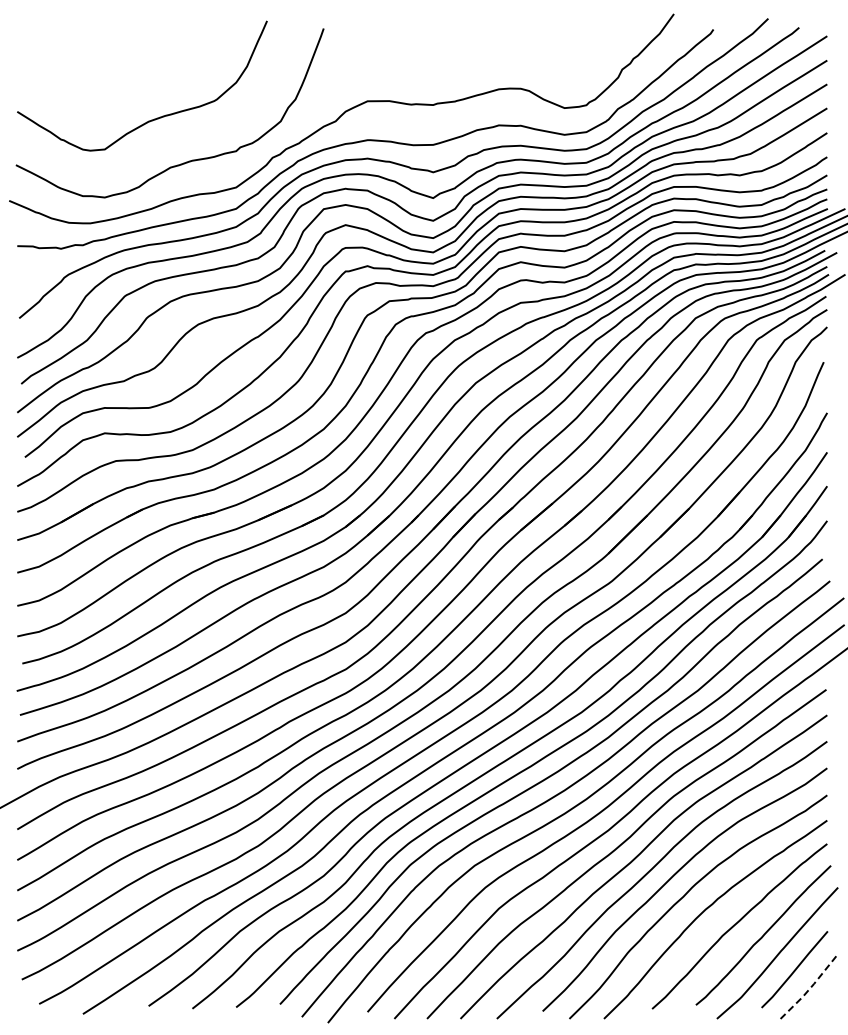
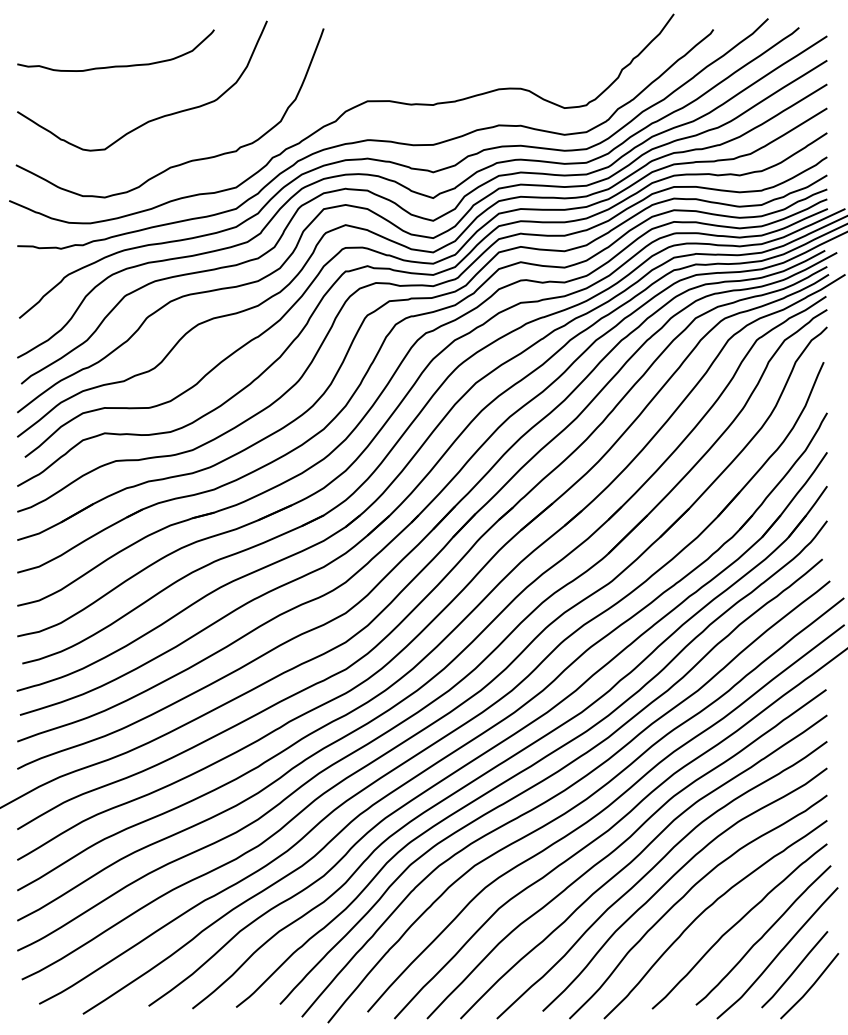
curve at (115, 65): none -> present
line at (810, 987): dashed -> solid
